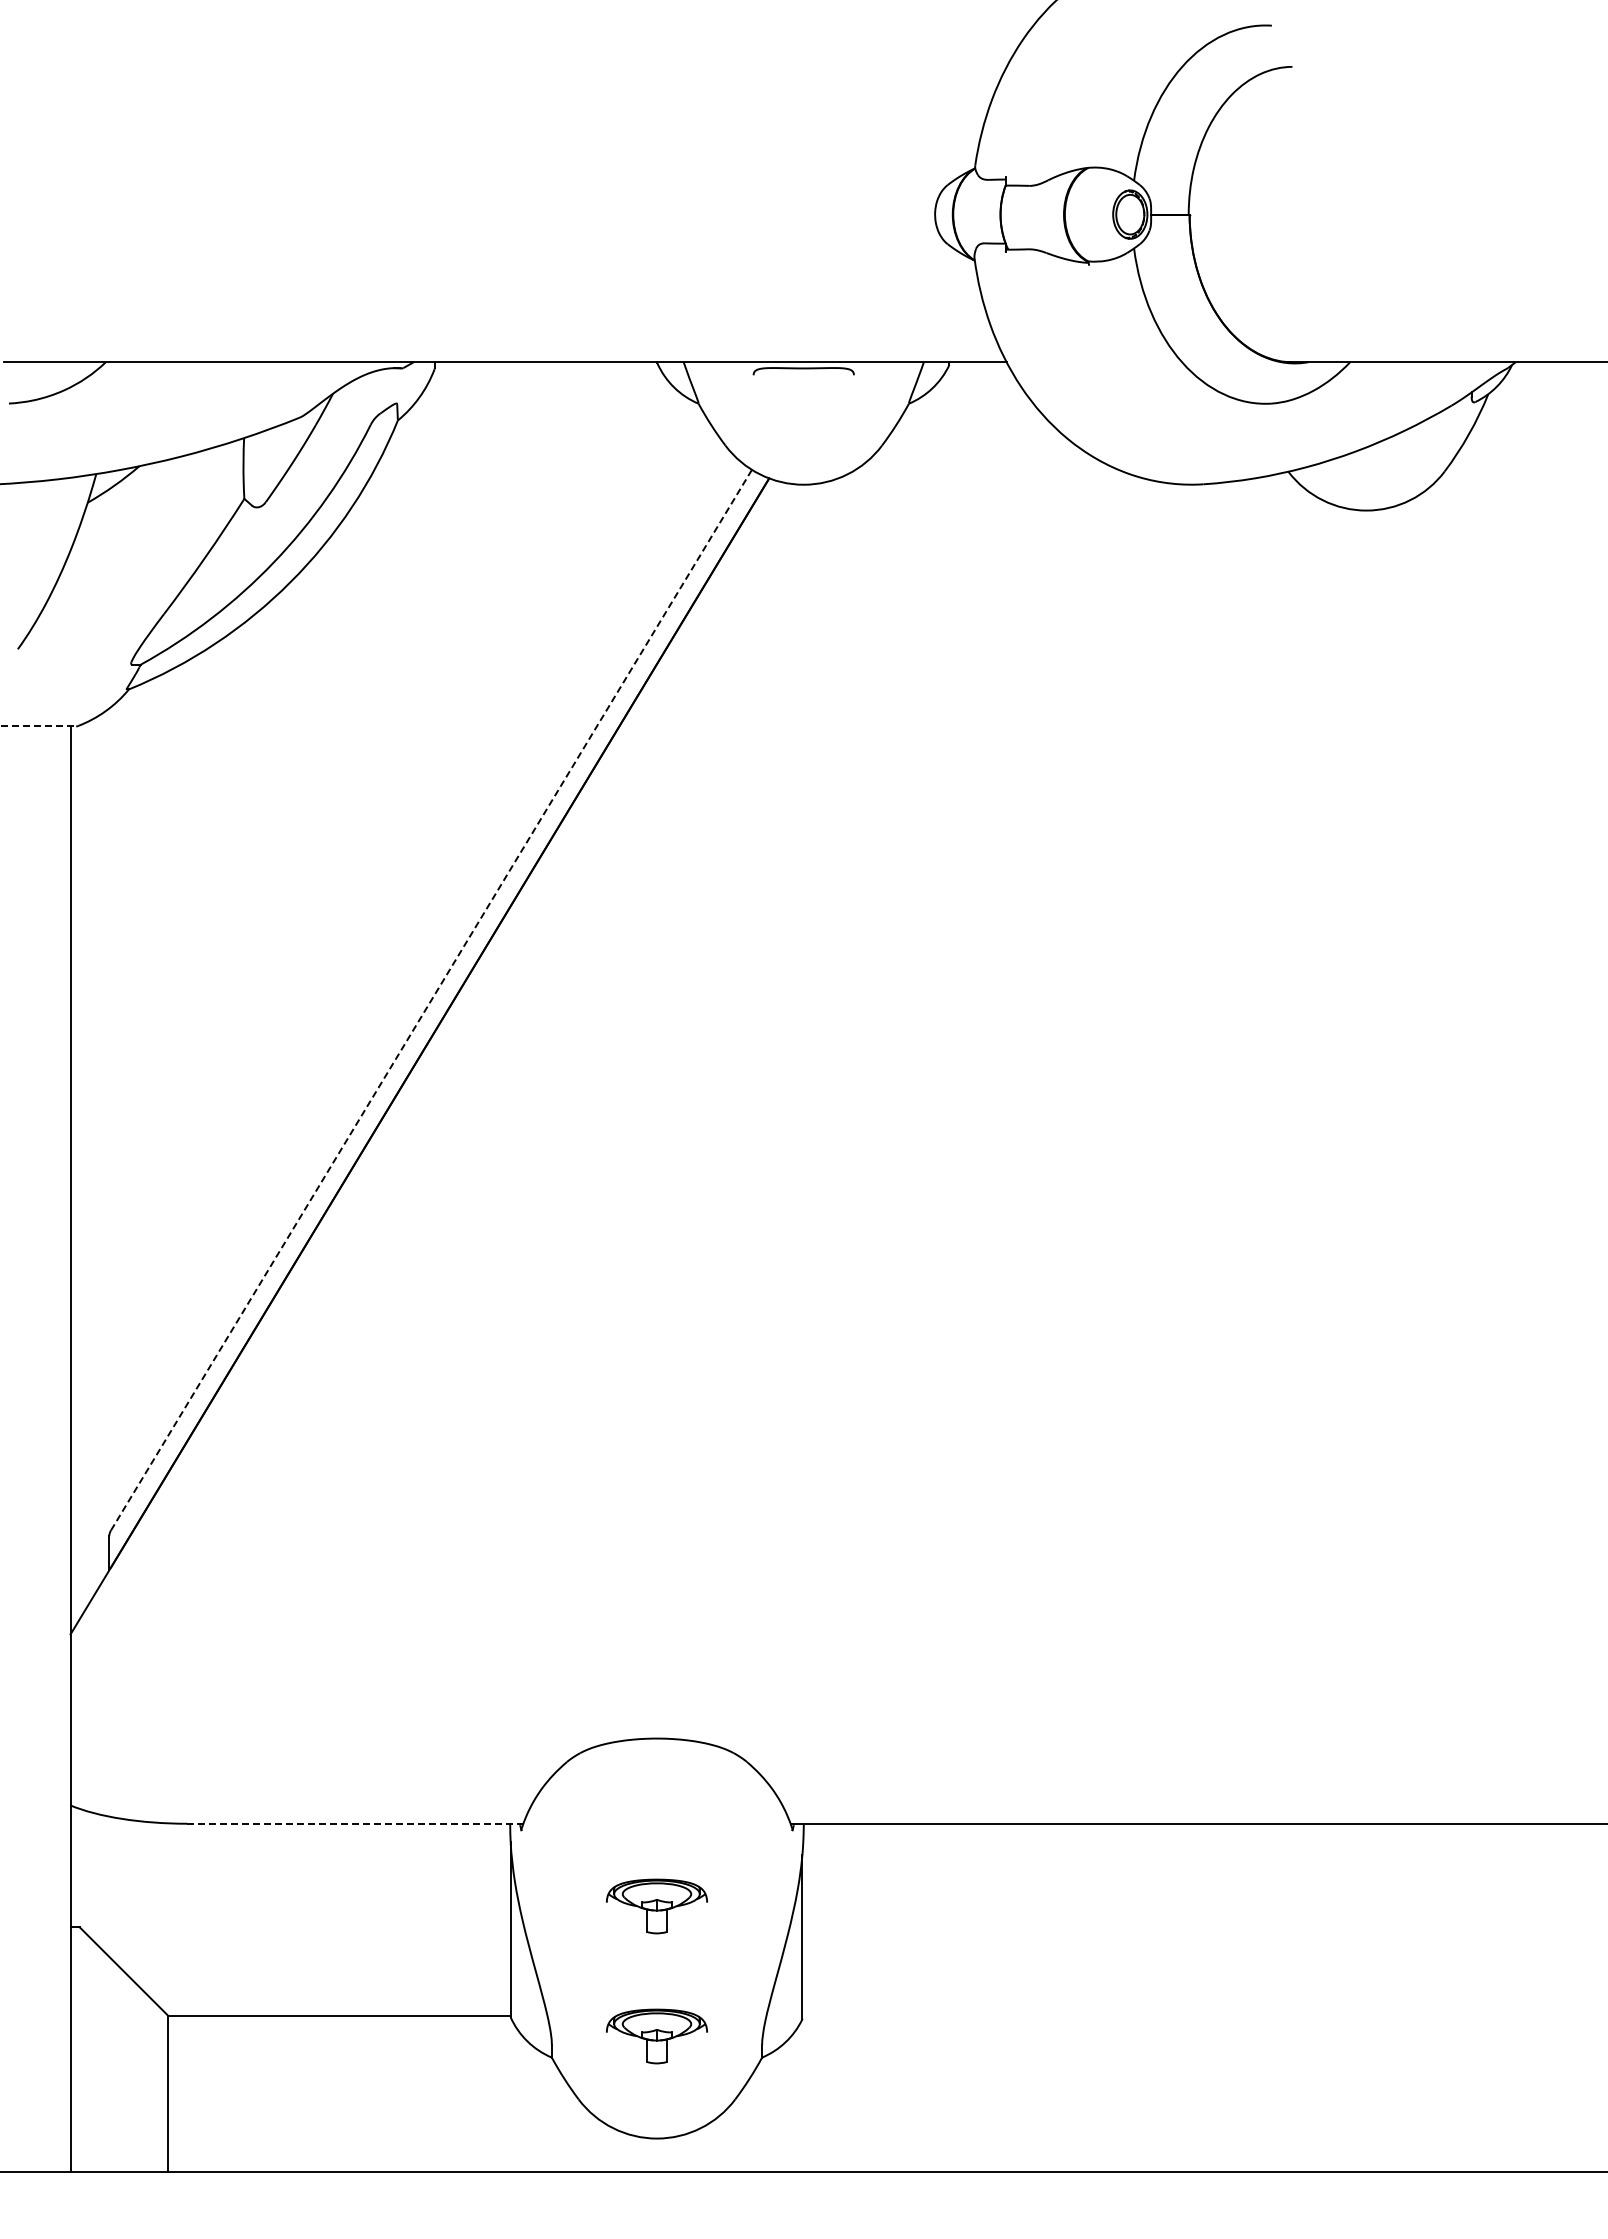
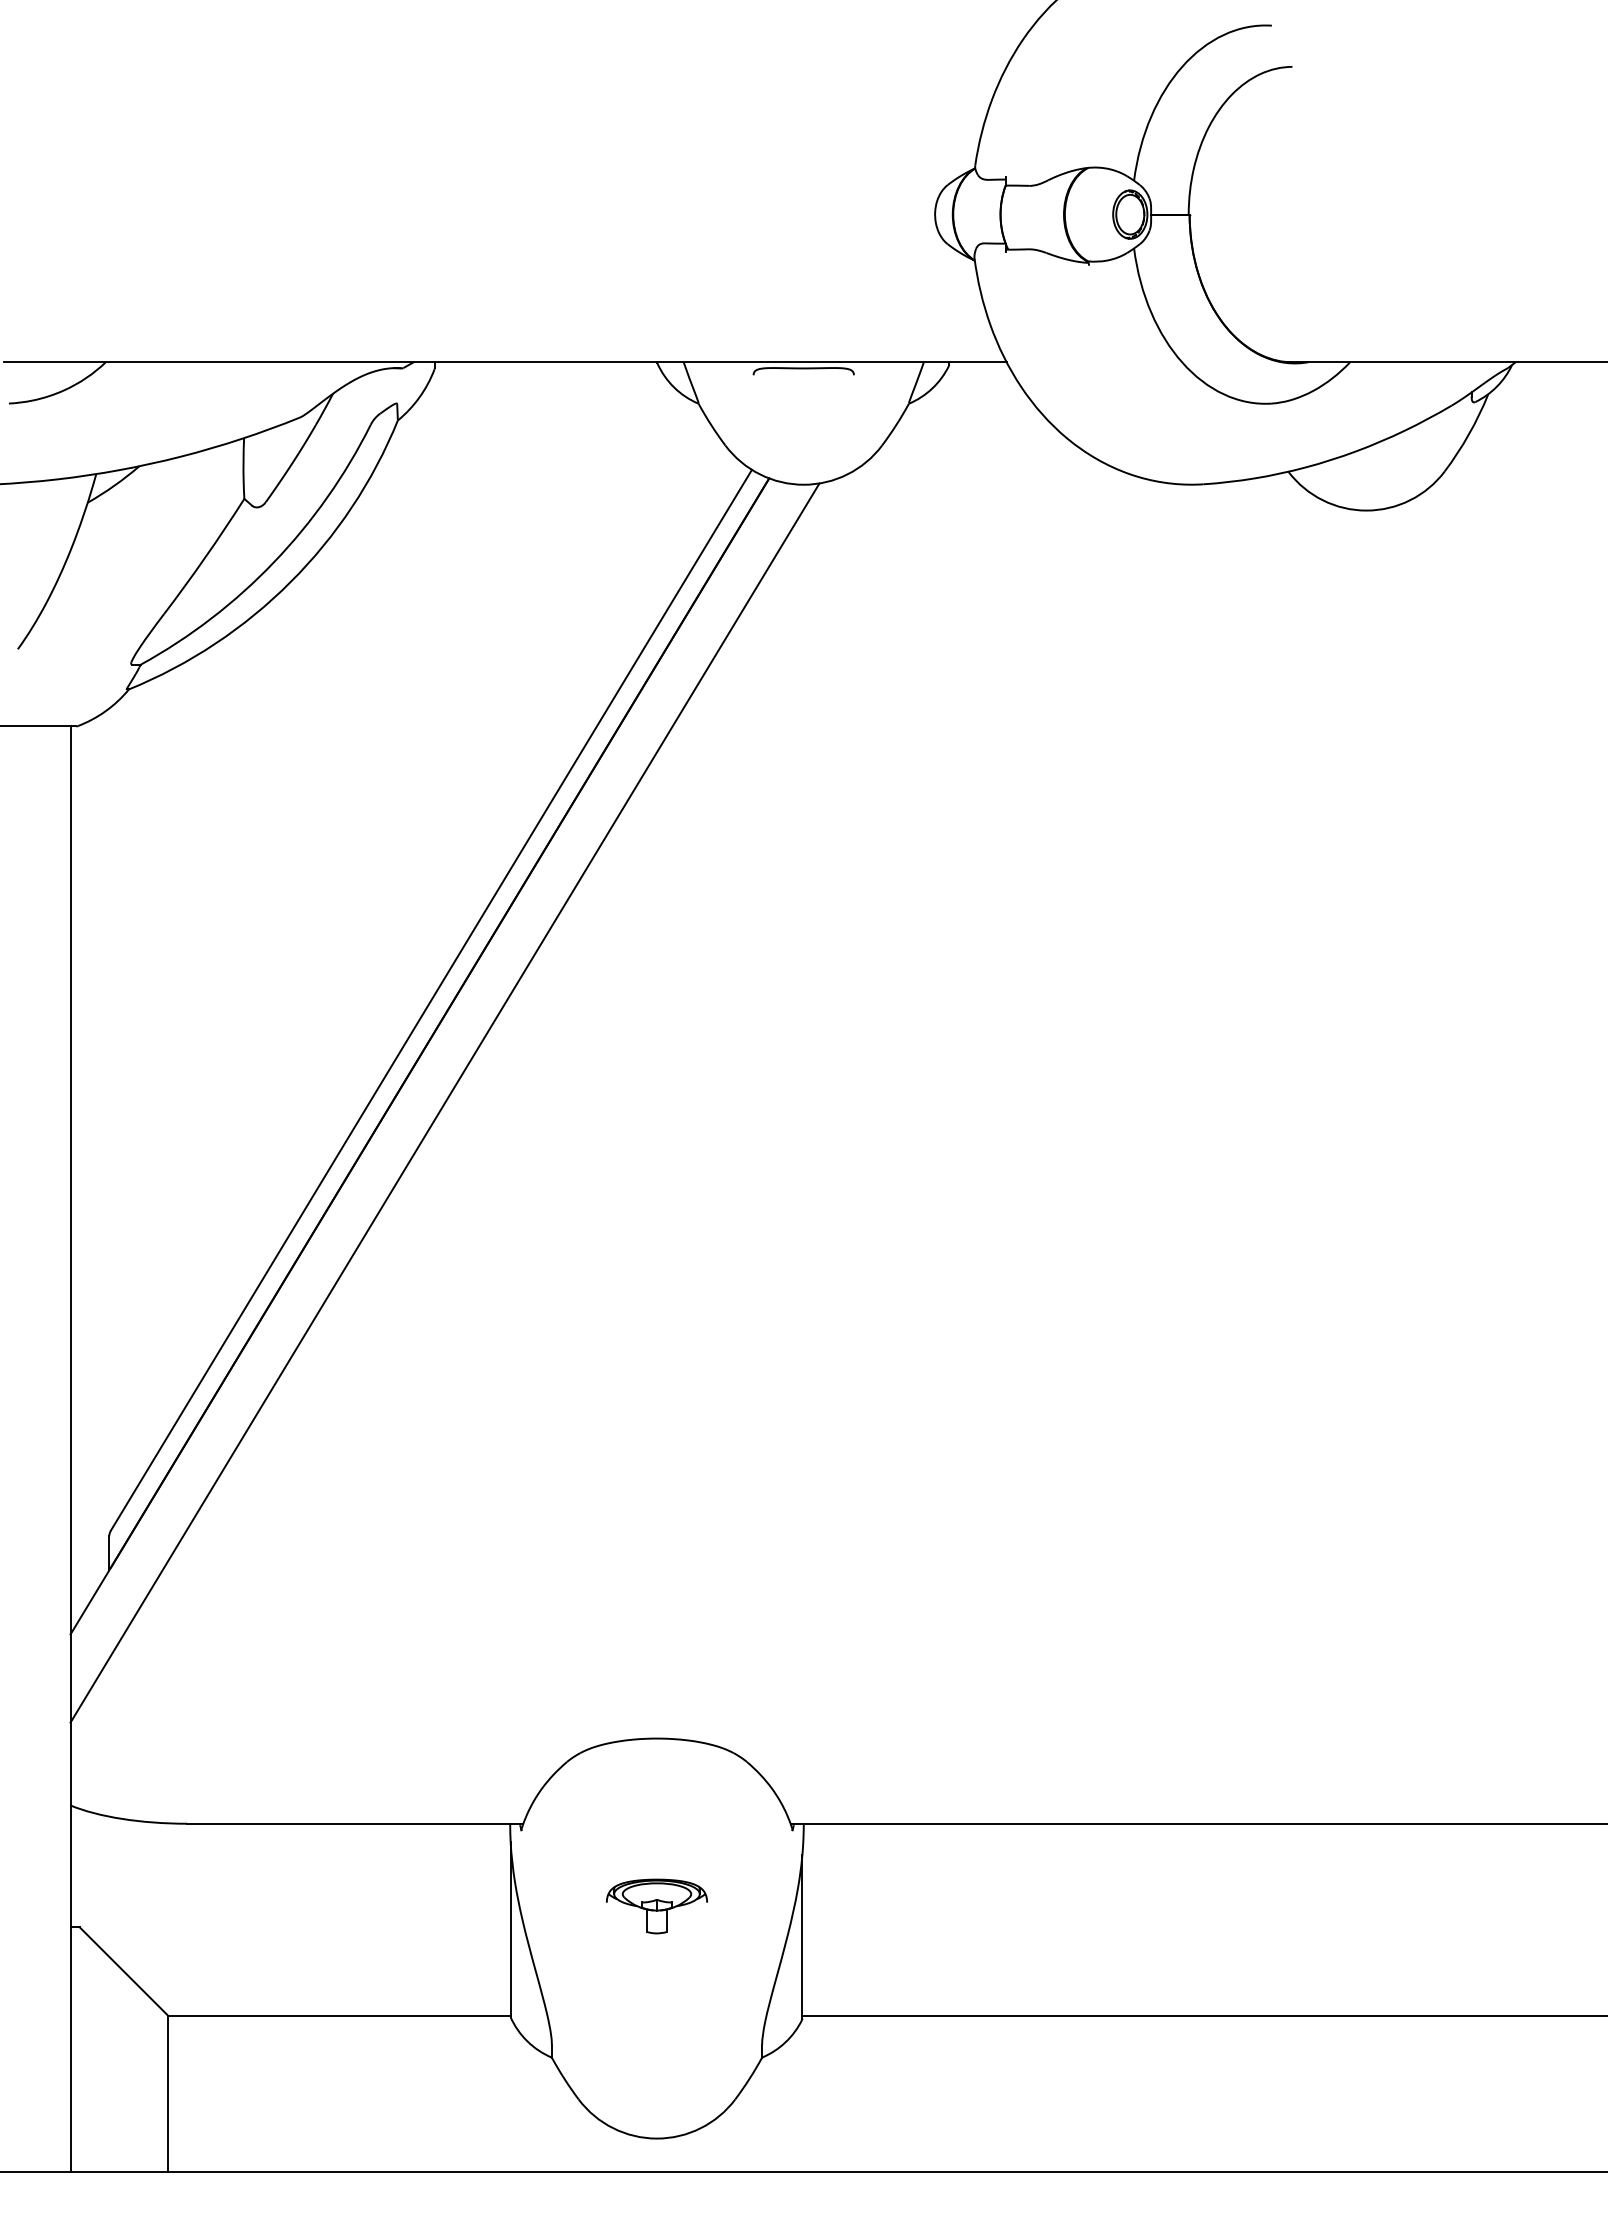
line at (38, 726): dashed -> solid
line at (431, 1000): dashed -> solid
line at (444, 1102): none -> present
line at (355, 1823): dashed -> solid
line at (1203, 2016): none -> present
part at (656, 2036): present -> none
